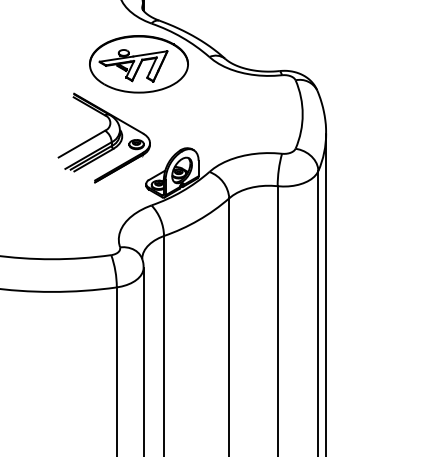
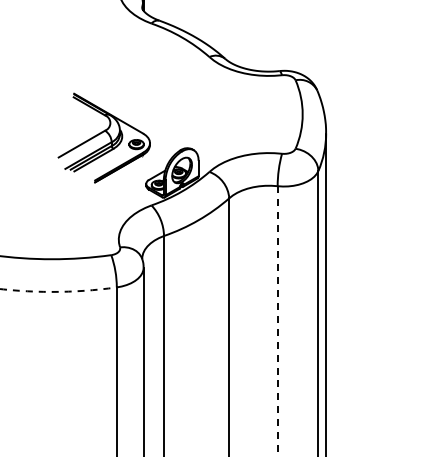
part at (138, 64): present -> none
arc at (59, 291): solid -> dashed
line at (277, 321): solid -> dashed
